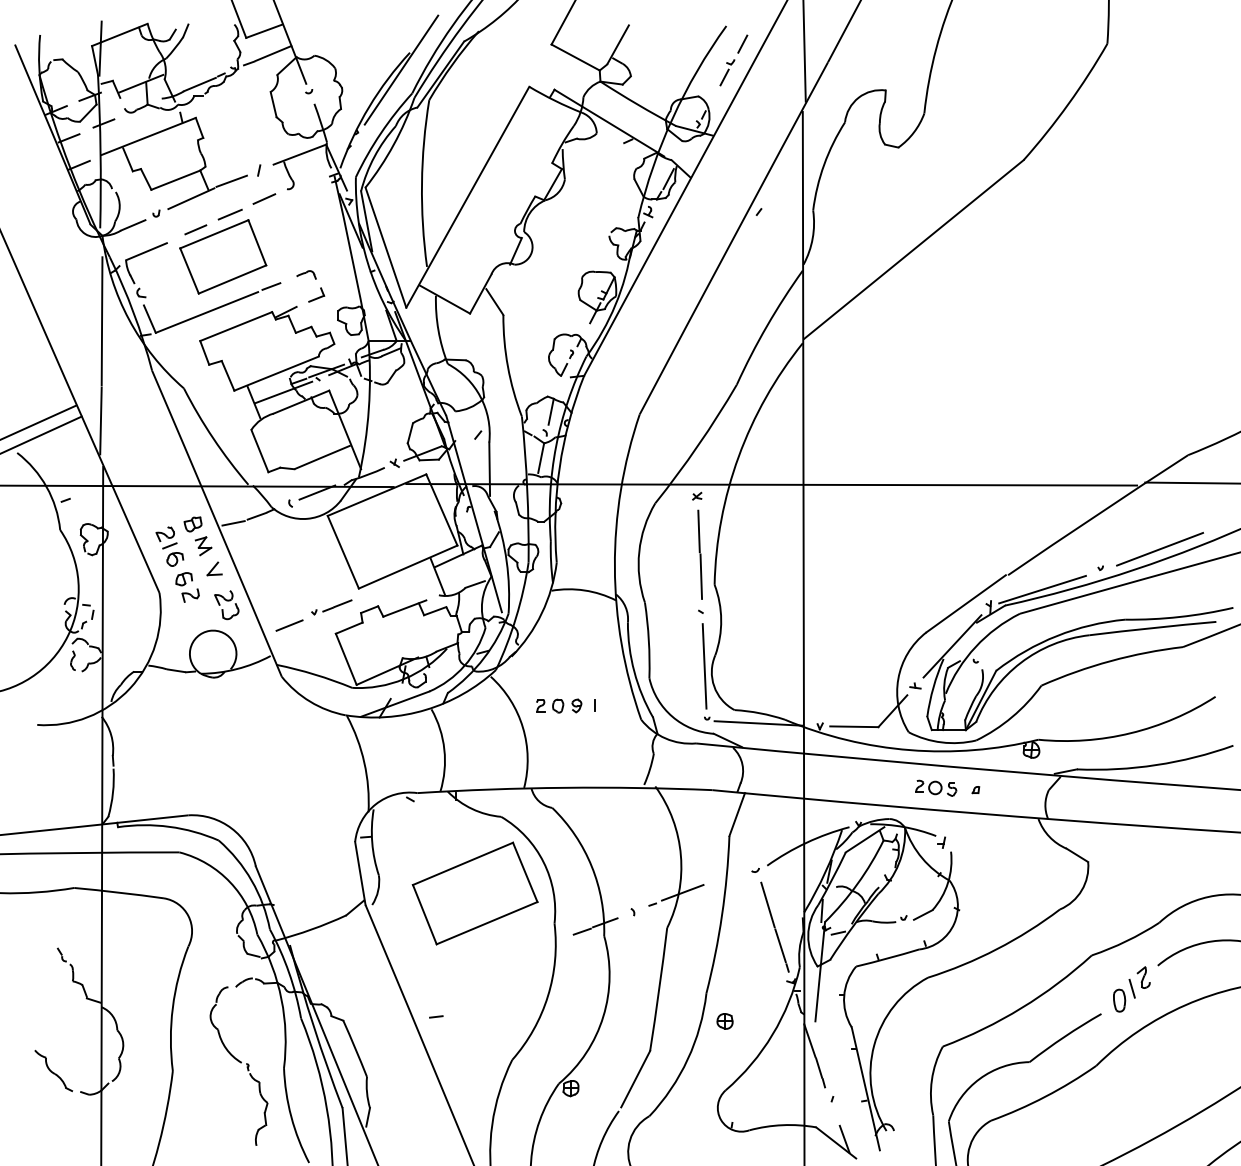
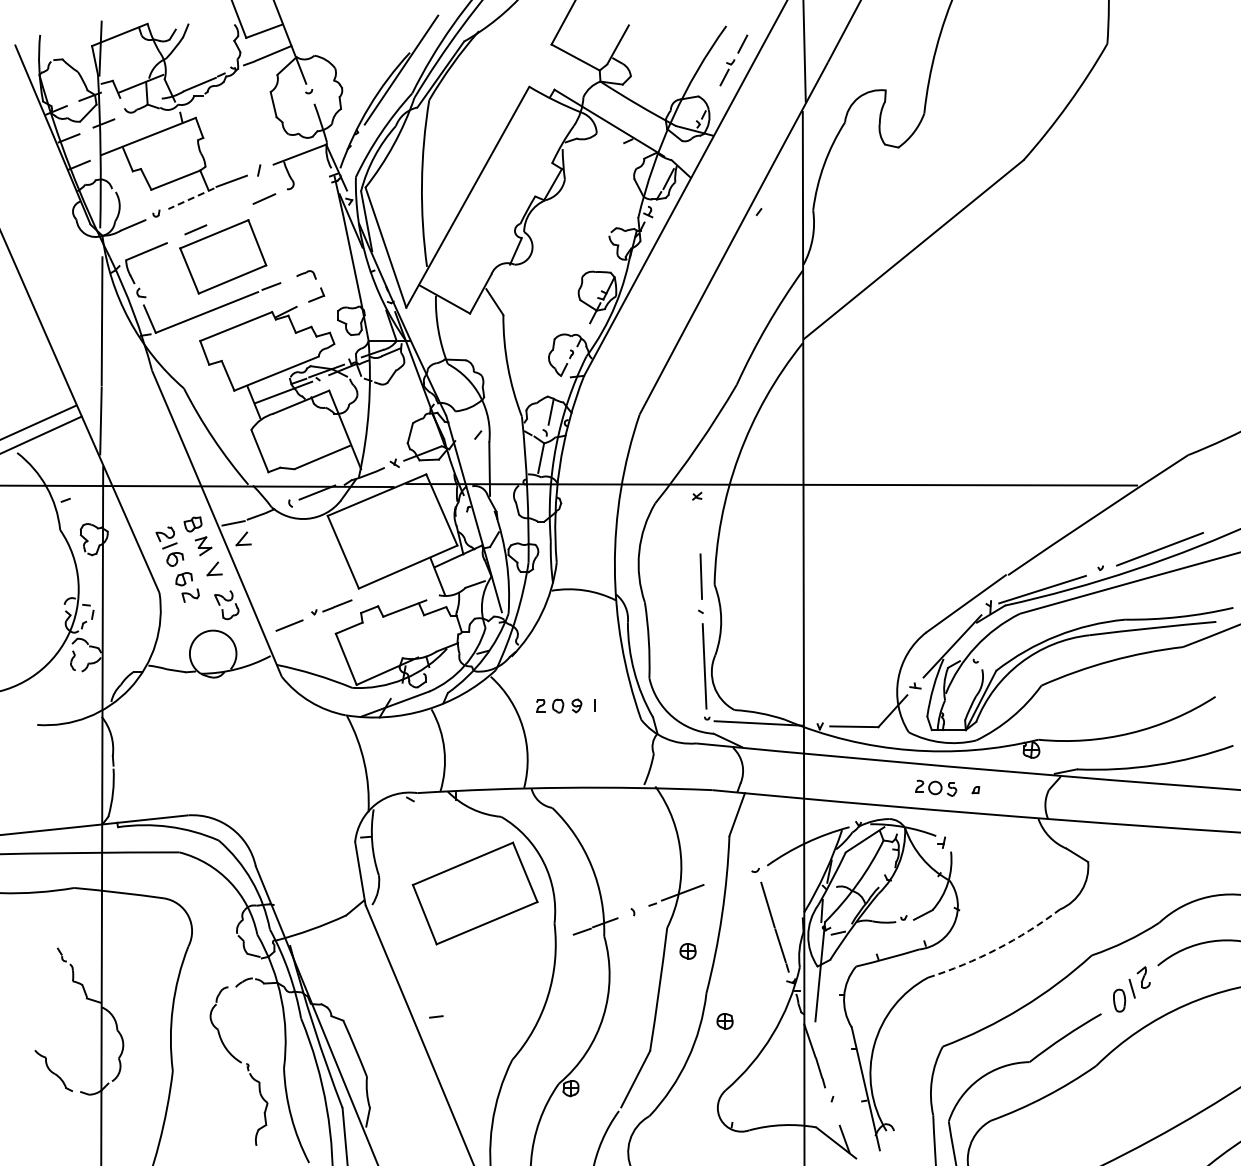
line at (190, 198): solid -> dashed
line at (229, 214): present -> none
line at (1191, 482): present -> none
line at (698, 531): present -> none
part at (243, 538): none -> present
arc at (996, 949): solid -> dashed
part at (687, 951): none -> present
